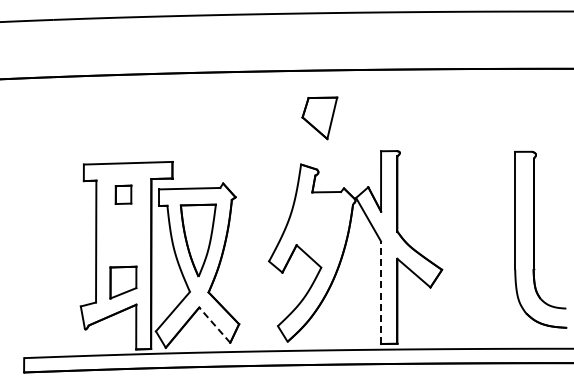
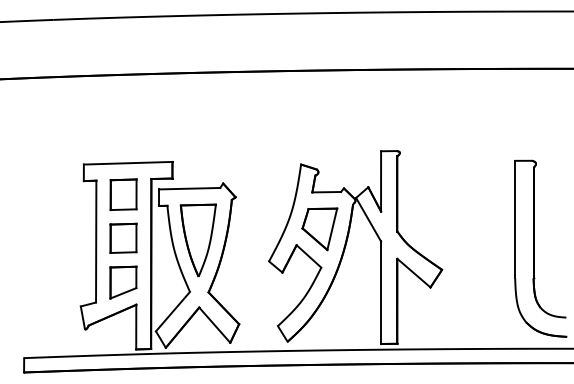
part at (319, 118) position: (319, 118) -> (319, 229)
part at (123, 194) size: 19x21 px -> 29x34 px
part at (123, 237): none -> present
part at (540, 239) position: (540, 239) -> (540, 248)
line at (381, 292): dashed -> solid
line at (214, 324): dashed -> solid
